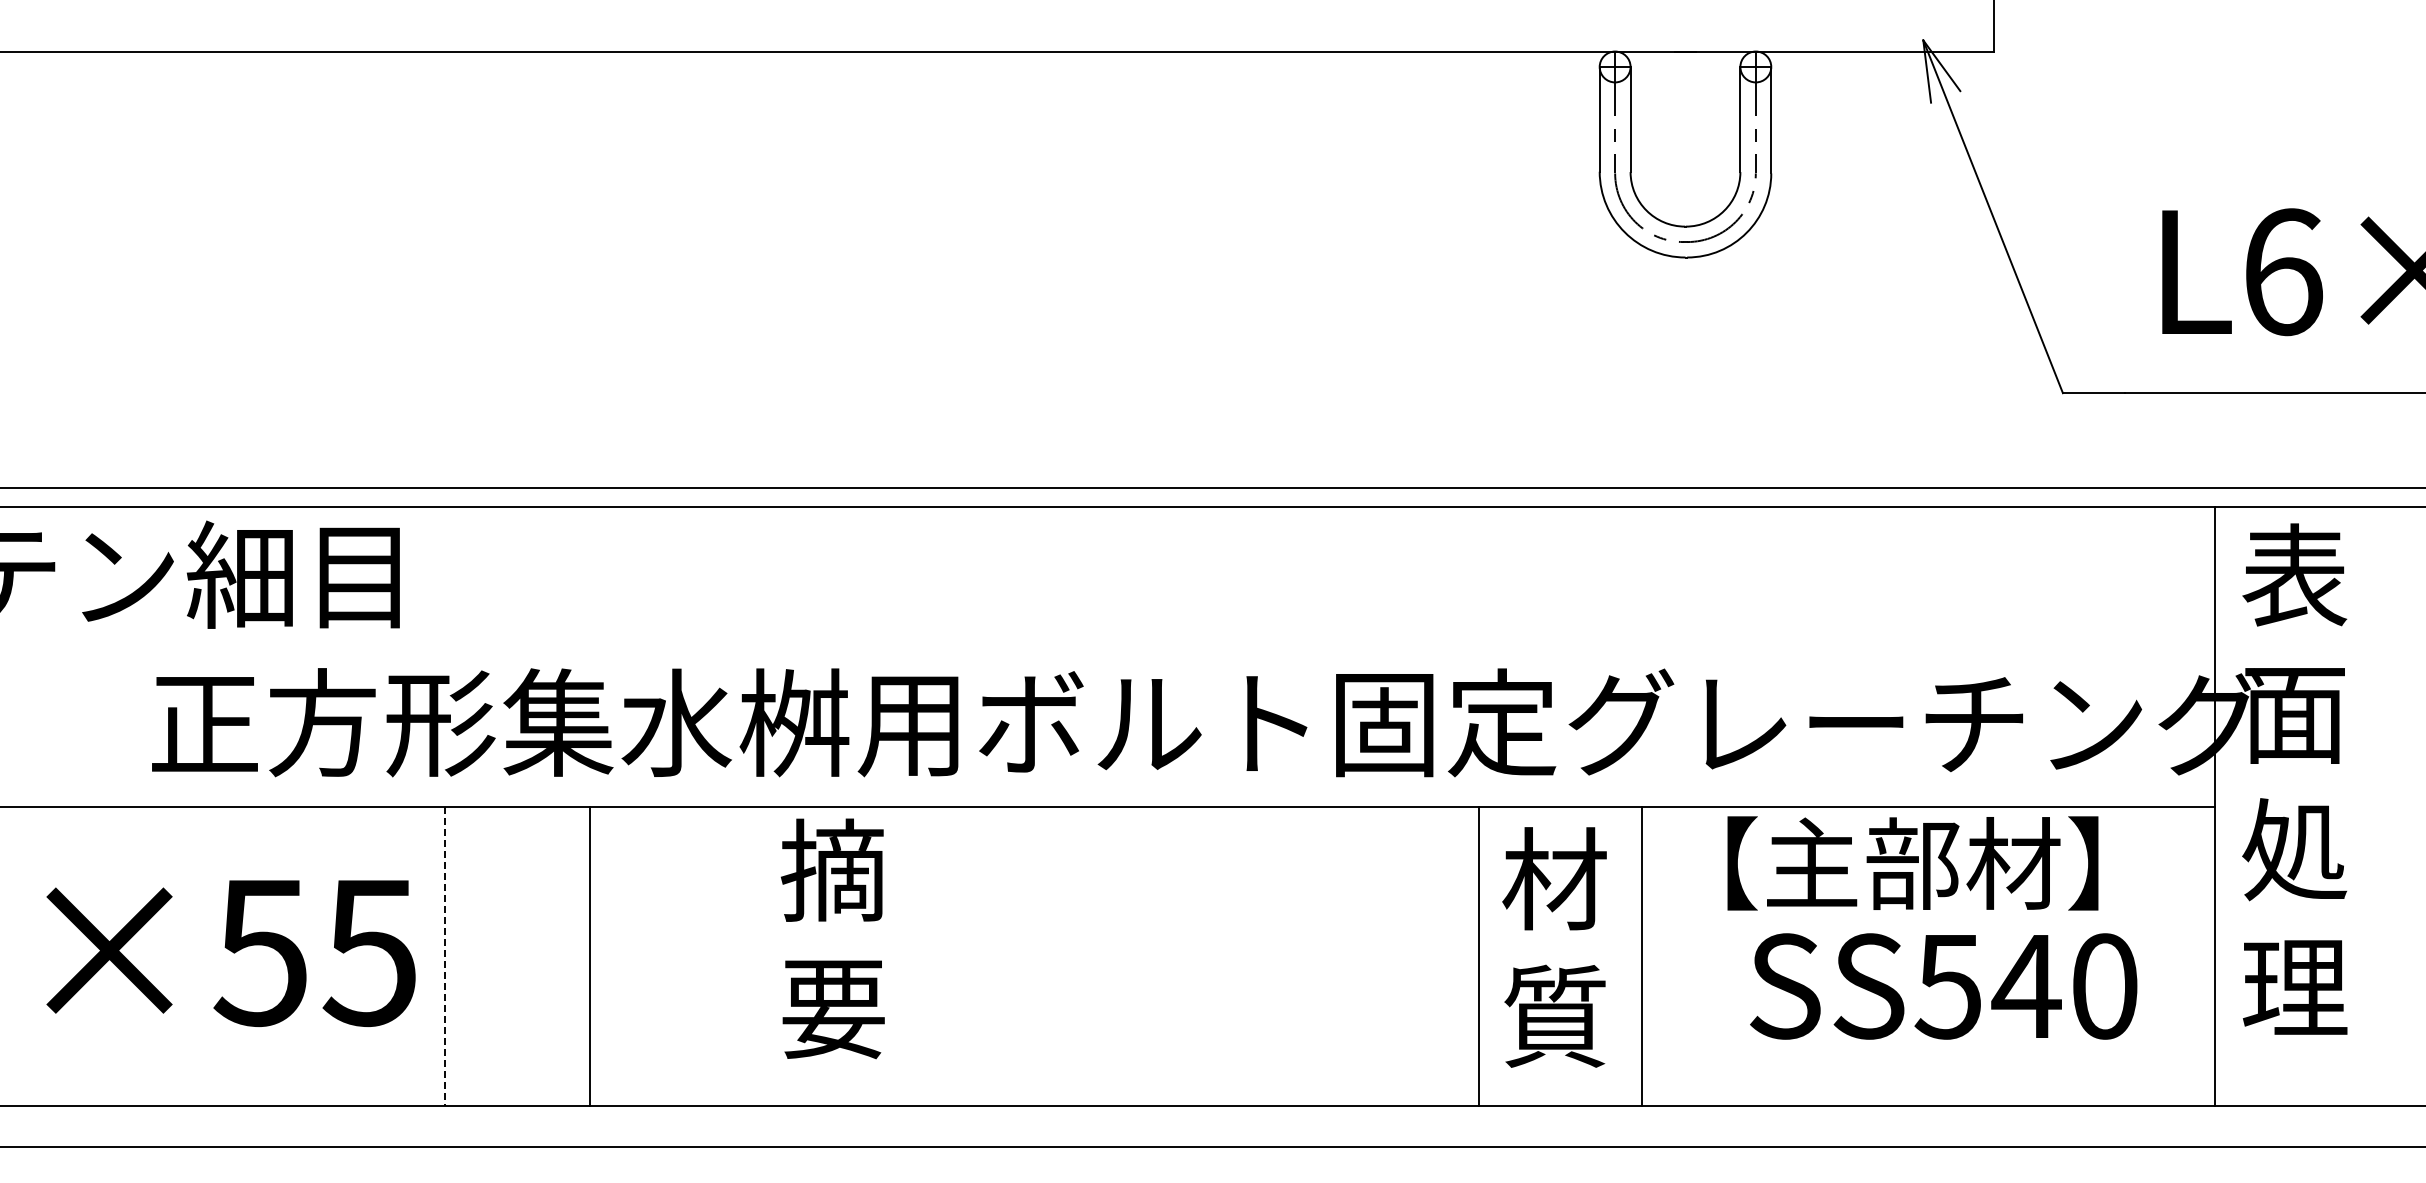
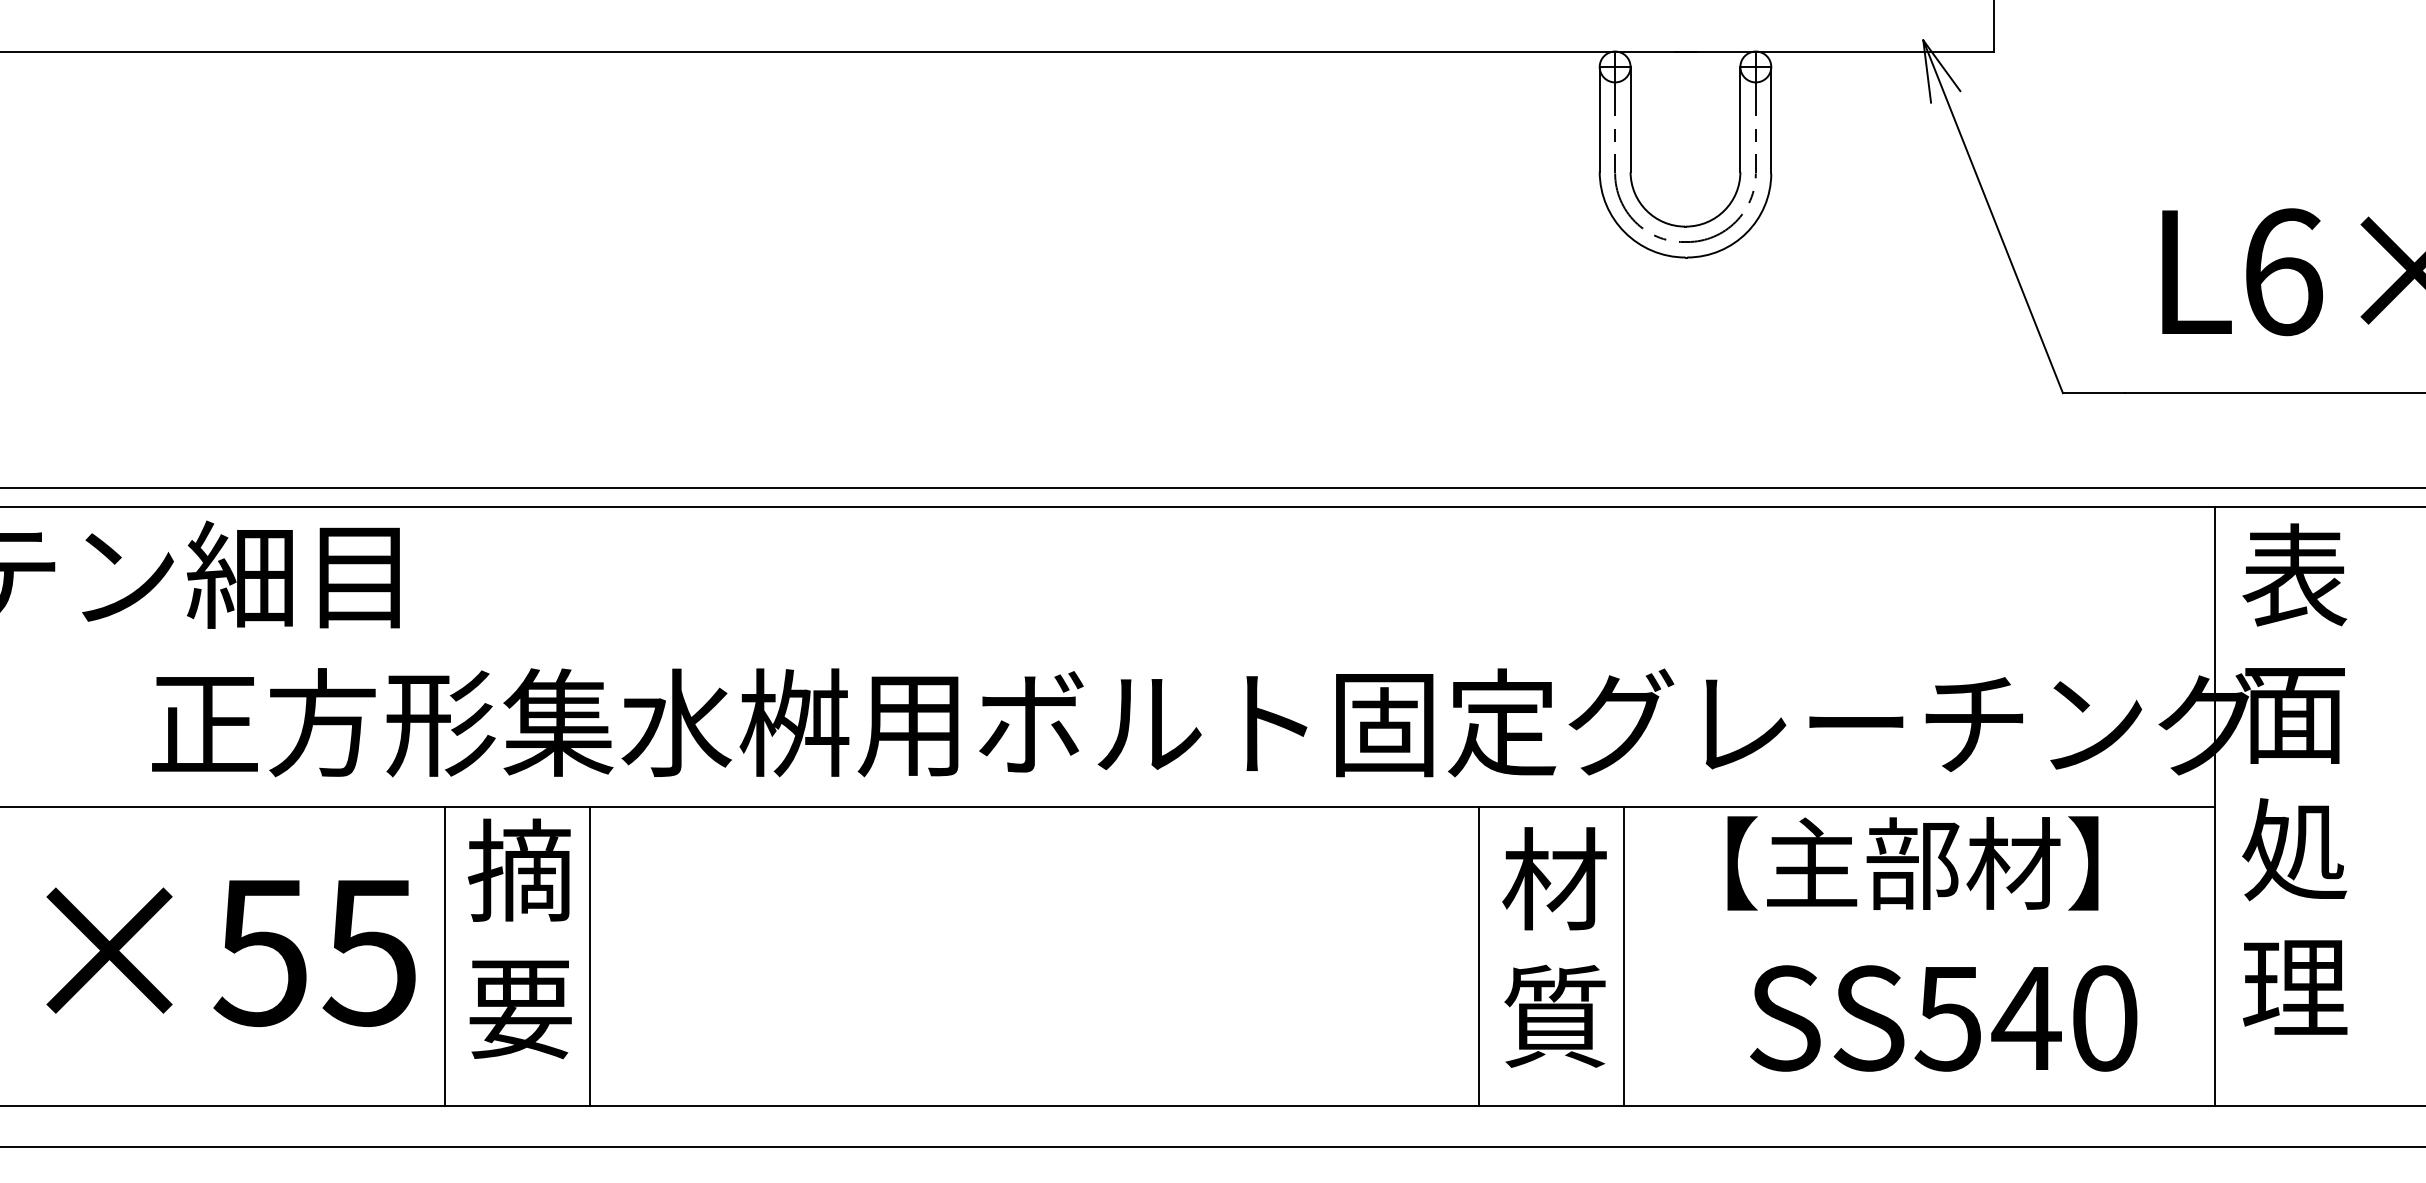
text at (832, 938) position: (832, 938) -> (519, 938)
line at (445, 956): dashed -> solid
line at (1641, 956) position: (1641, 956) -> (1623, 956)
text at (1943, 986) position: (1943, 986) -> (1943, 1018)
